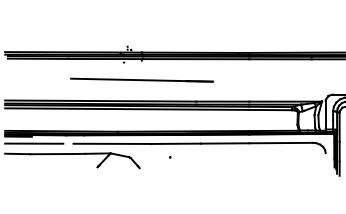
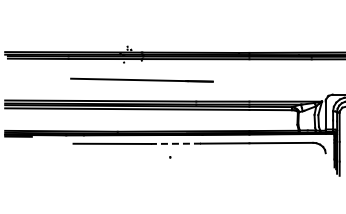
line at (34, 143): present -> none
line at (175, 143): solid -> dashed
part at (72, 160): present -> none
